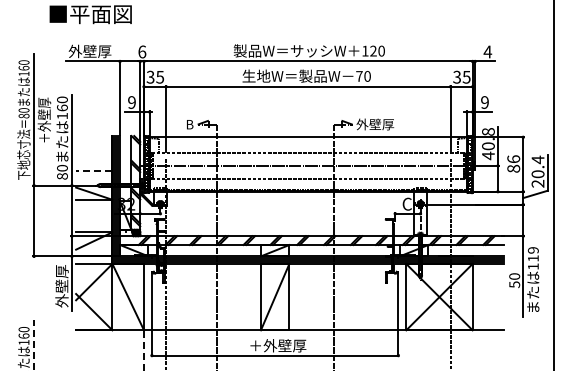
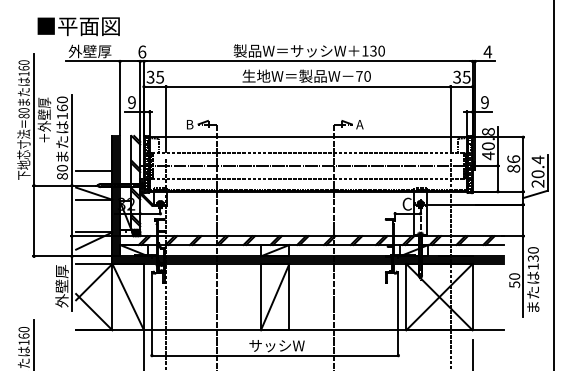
text at (90, 14) position: (90, 14) -> (78, 26)
text at (373, 51): 120 -> 130
text at (375, 124): 外壁厚 -> A
line at (93, 171): dashed -> solid
text at (532, 254): 119 -> 130
line at (34, 345): dashed -> solid
text at (277, 345): ＋外壁厚 -> サッシW
line at (144, 350): dashed -> solid
line at (472, 353): none -> present
